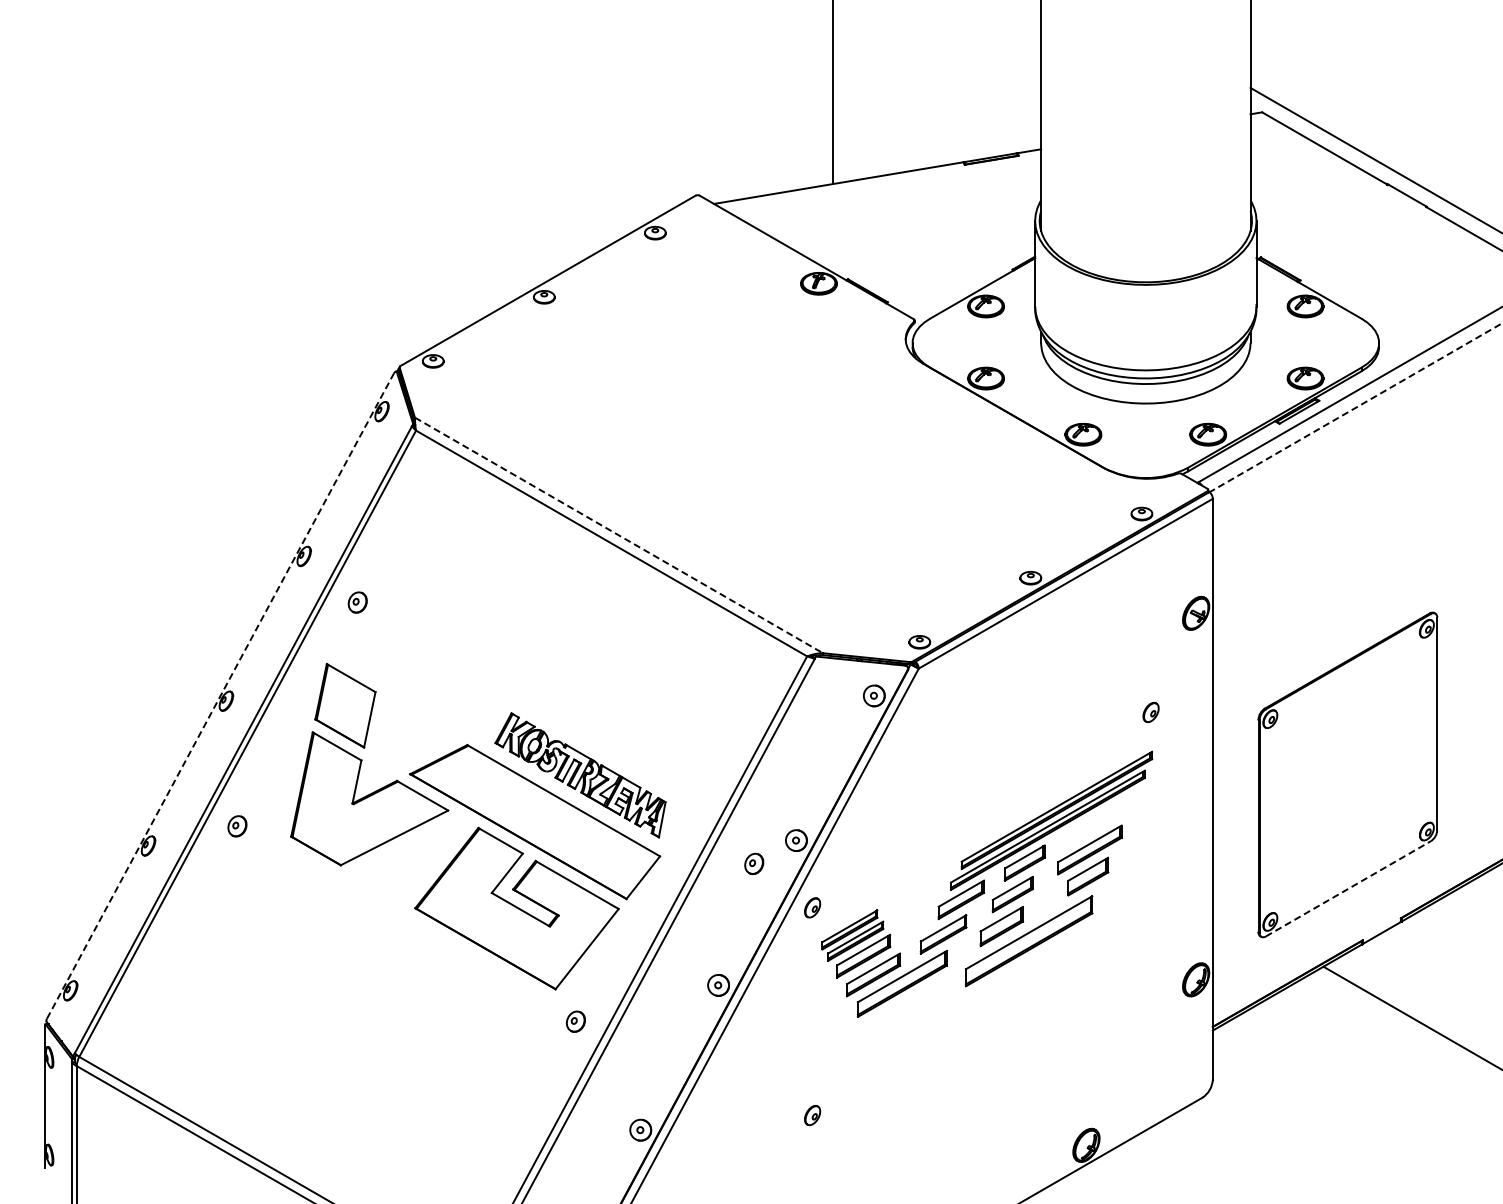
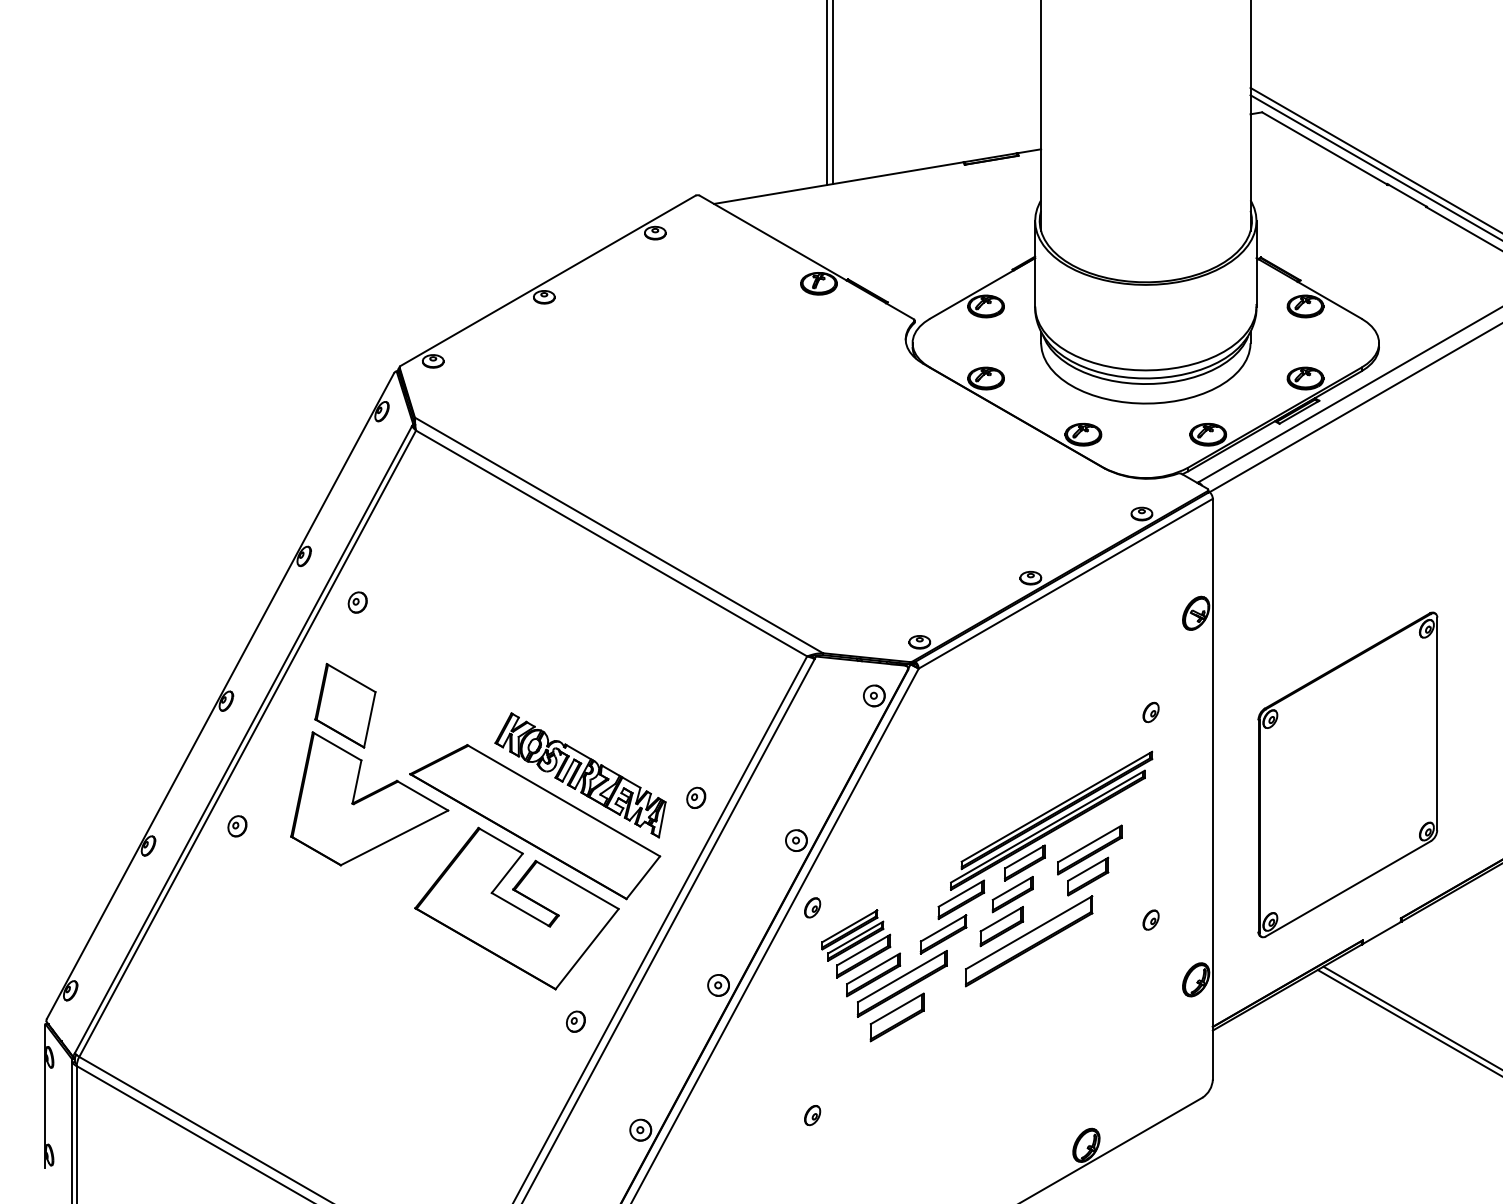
line at (827, 93): none -> present
line at (1374, 166): none -> present
line at (1355, 407): dashed -> solid
line at (619, 535): dashed -> solid
line at (220, 695): dashed -> solid
part at (754, 863) position: (754, 863) -> (696, 797)
line at (1348, 888): dashed -> solid
part at (1150, 919): none -> present
part at (896, 1017): none -> present
line at (1408, 1022): none -> present
